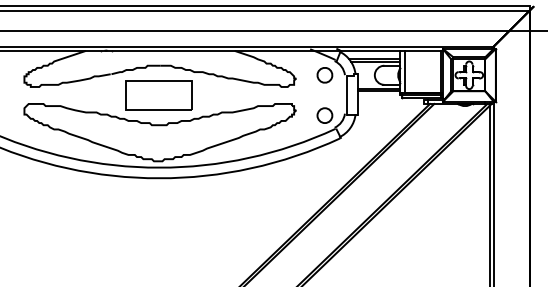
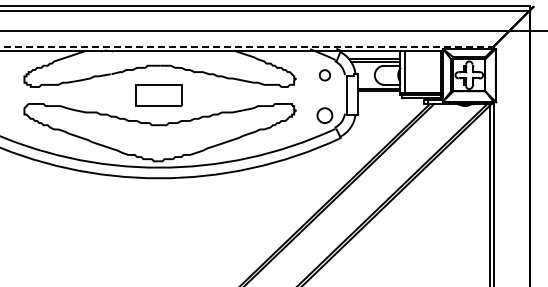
line at (246, 46): solid -> dashed
part at (324, 75) size: 18x17 px -> 13x13 px
part at (158, 95) size: 68x31 px -> 48x23 px
